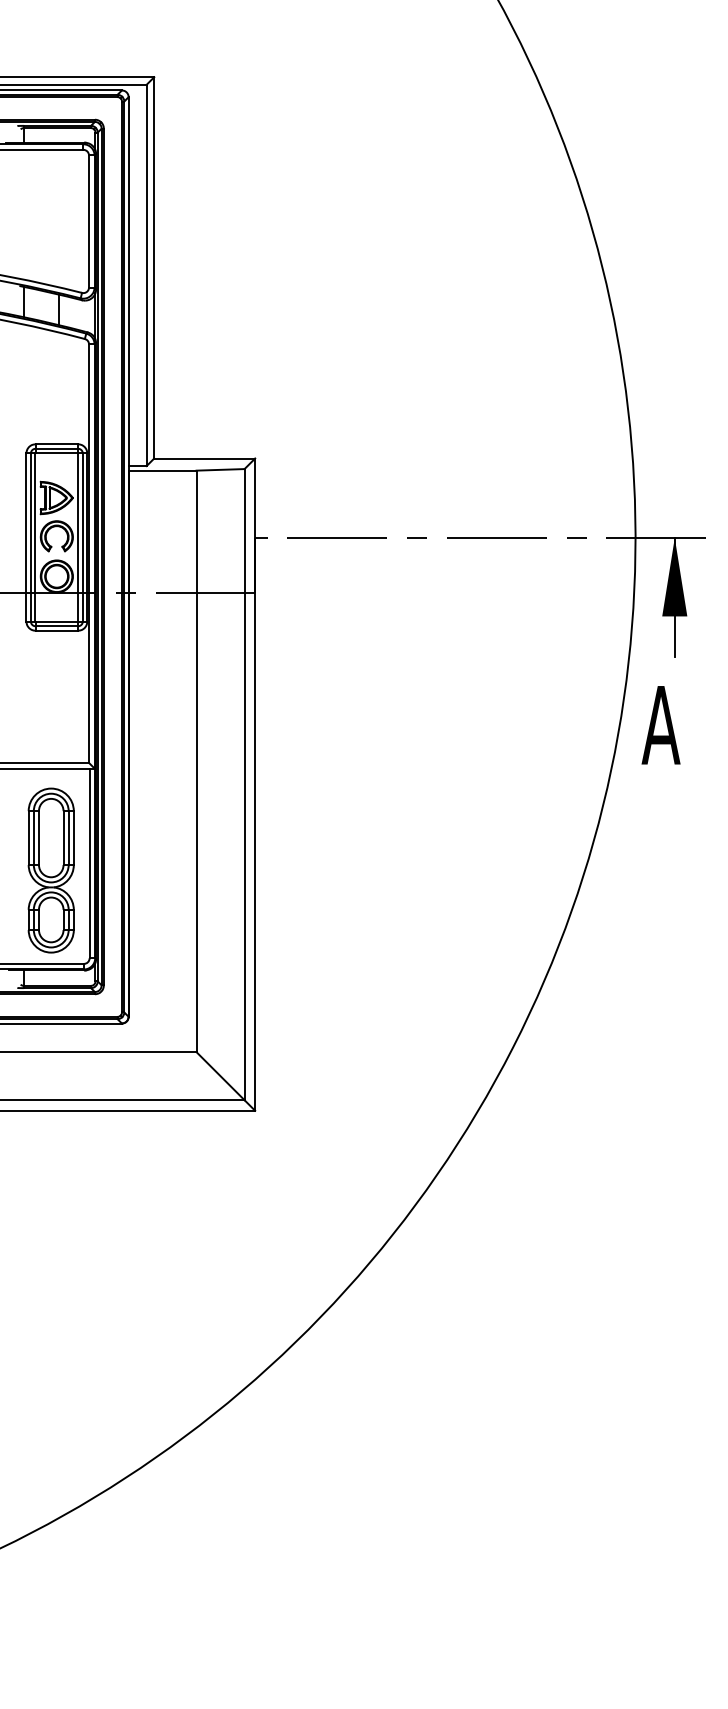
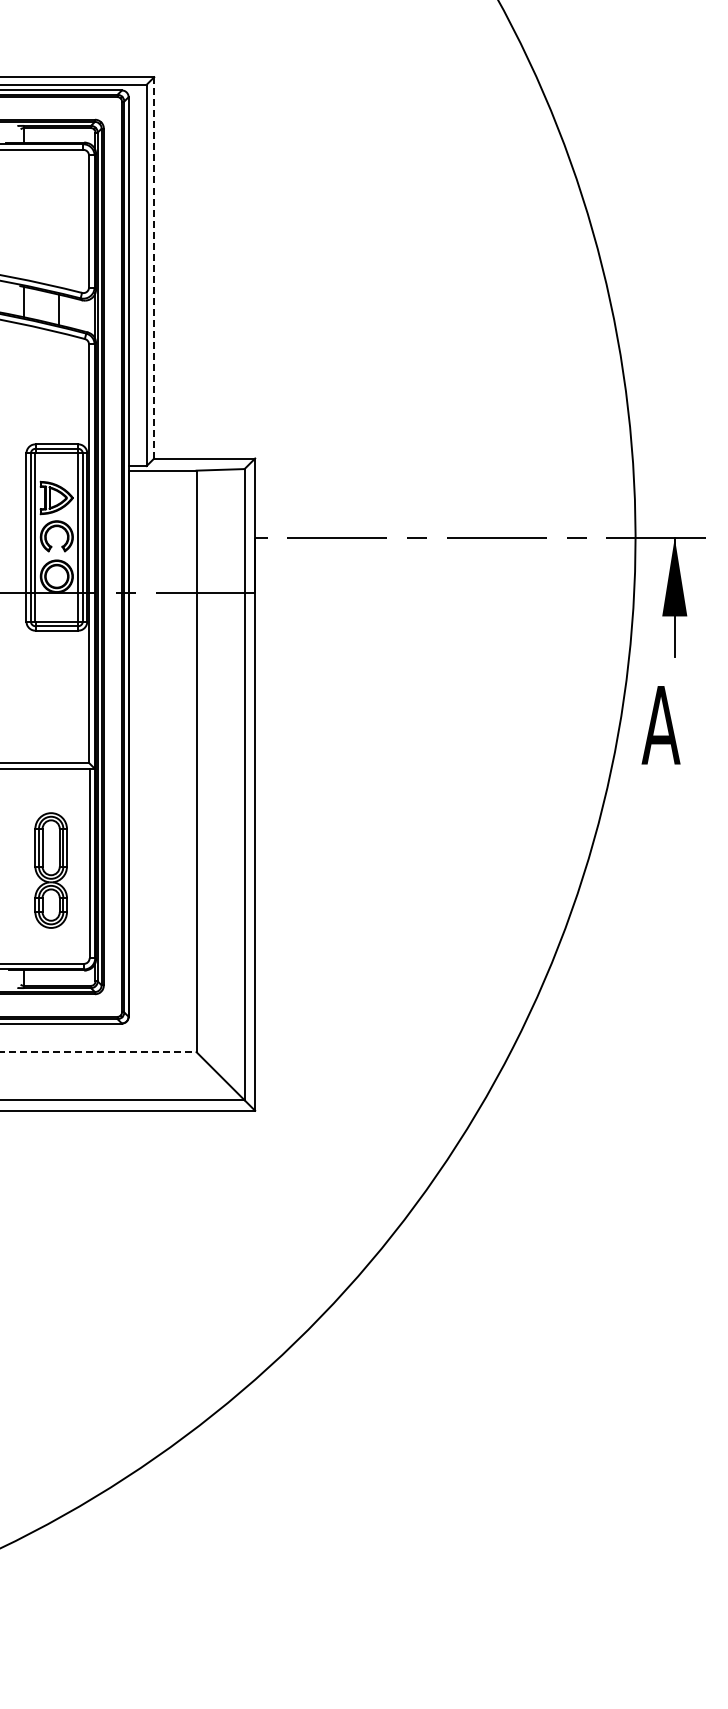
line at (154, 267): solid -> dashed
part at (50, 870) size: 48x167 px -> 34x117 px
line at (98, 1052): solid -> dashed
